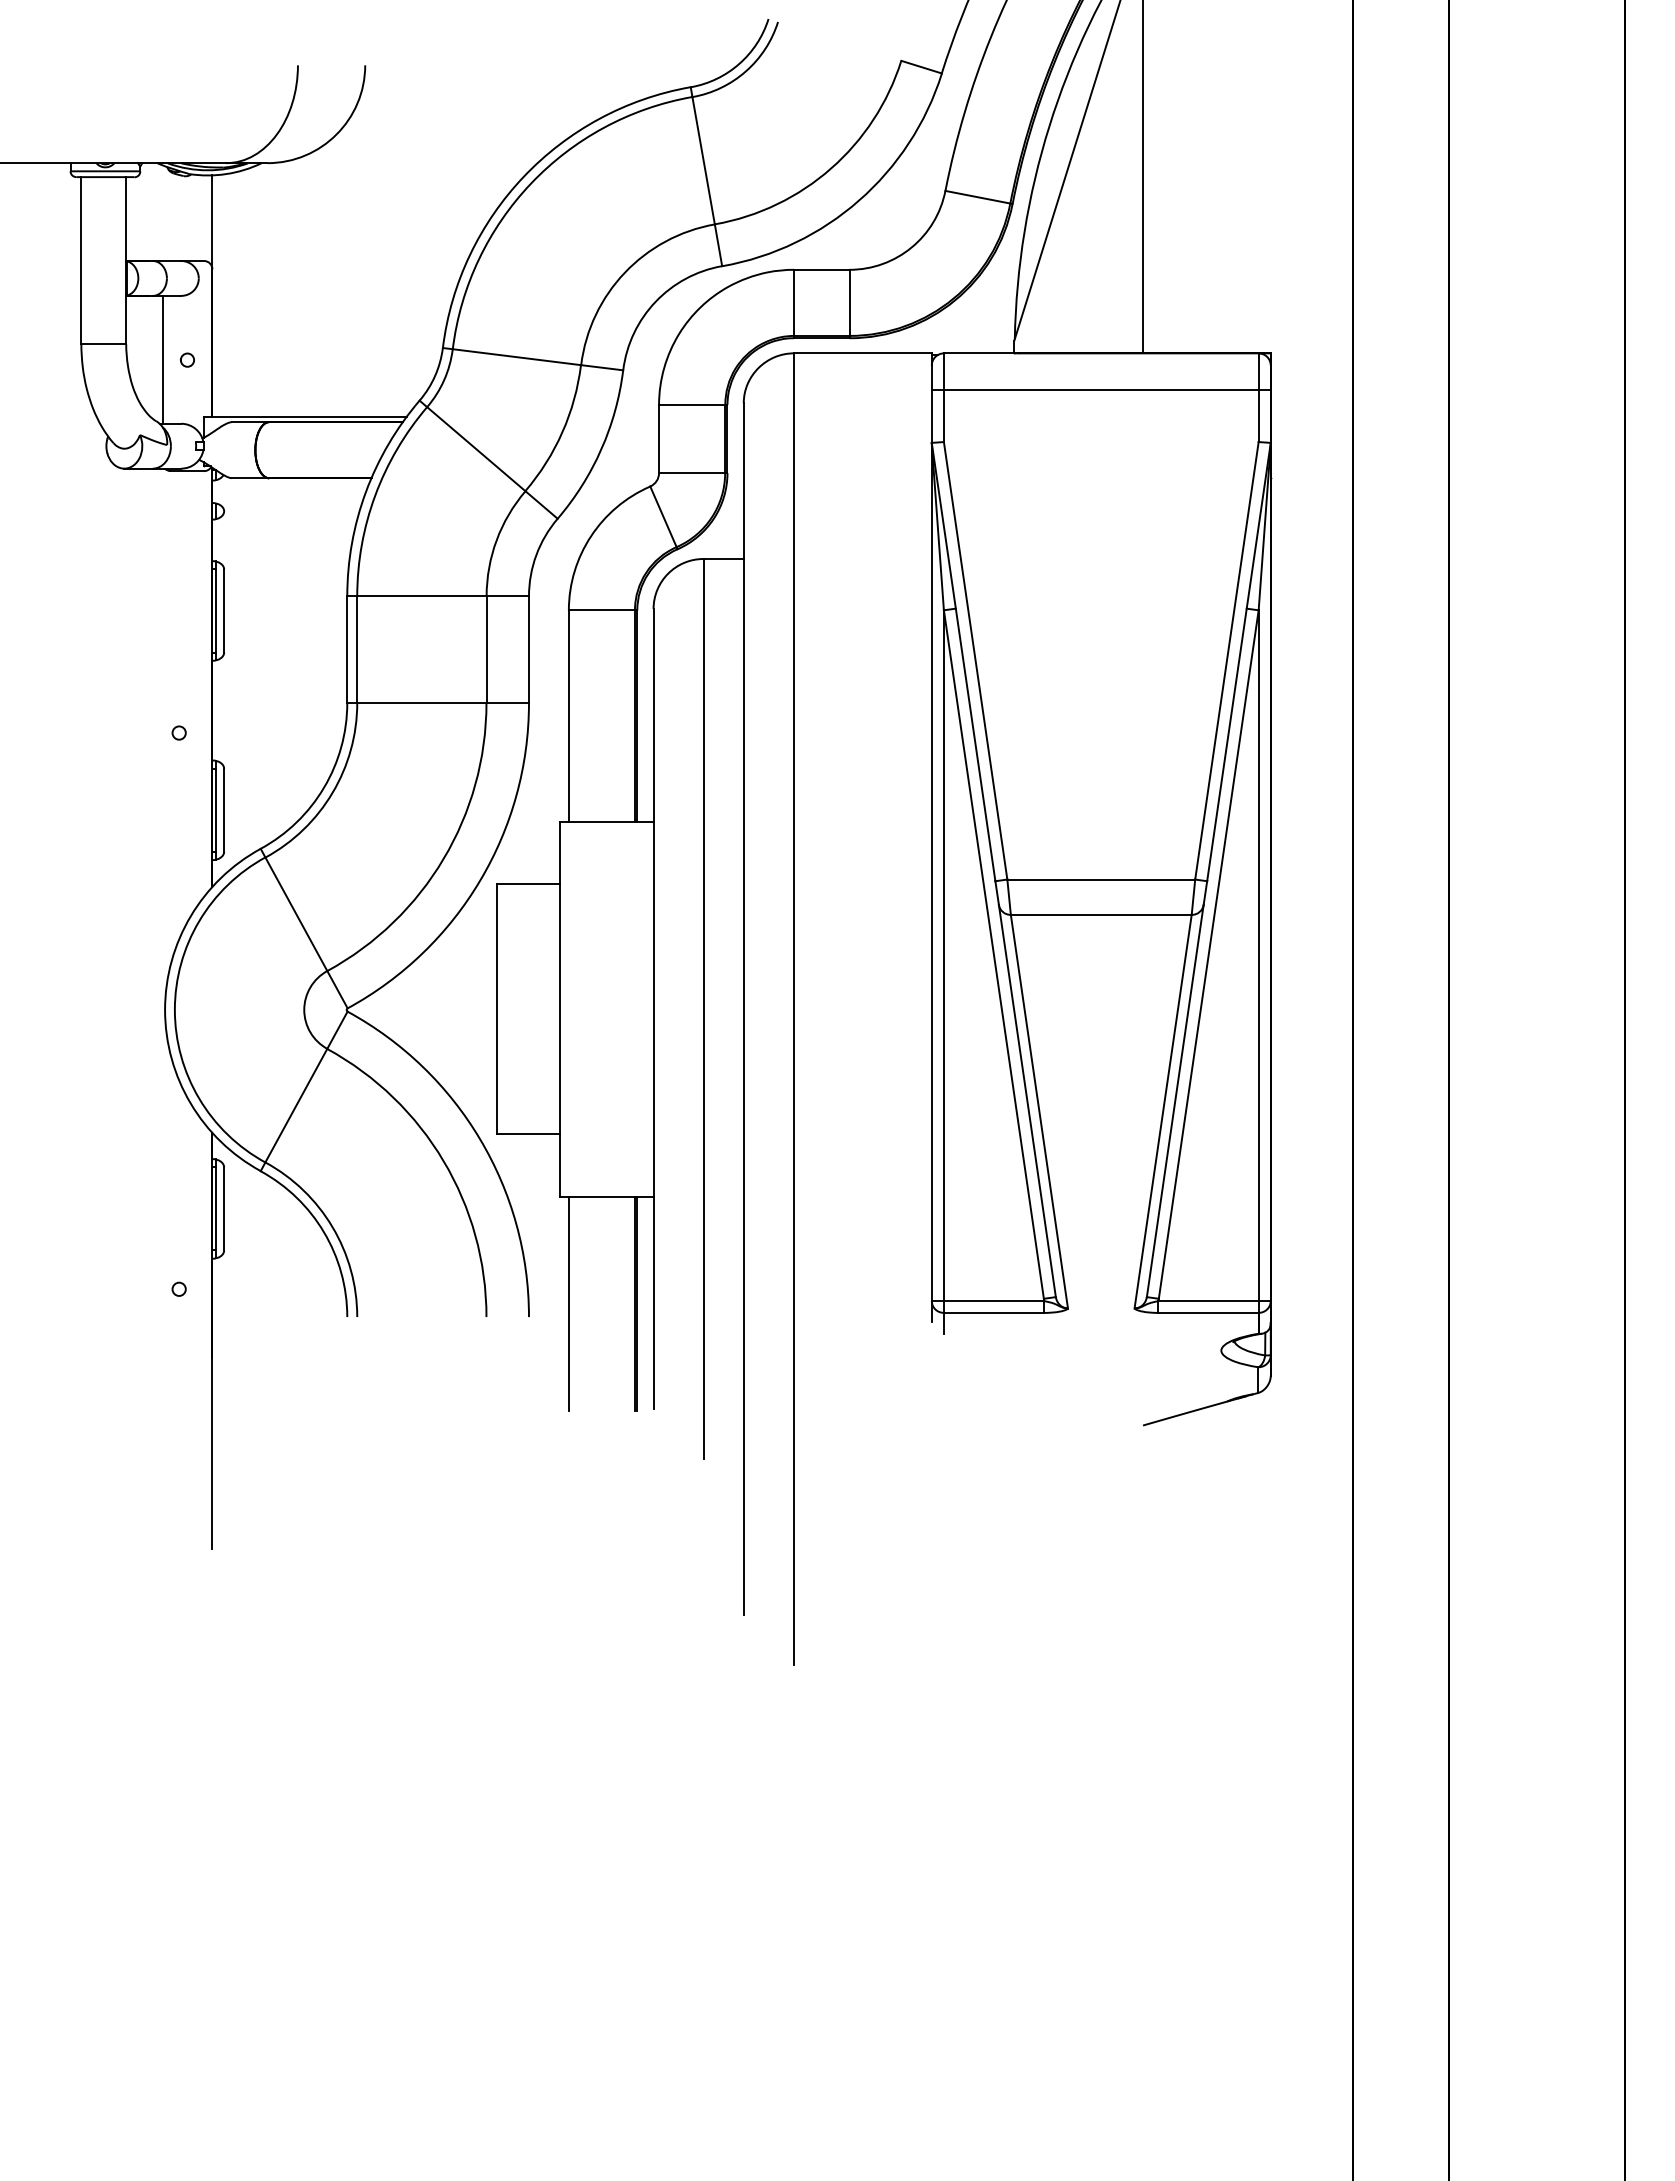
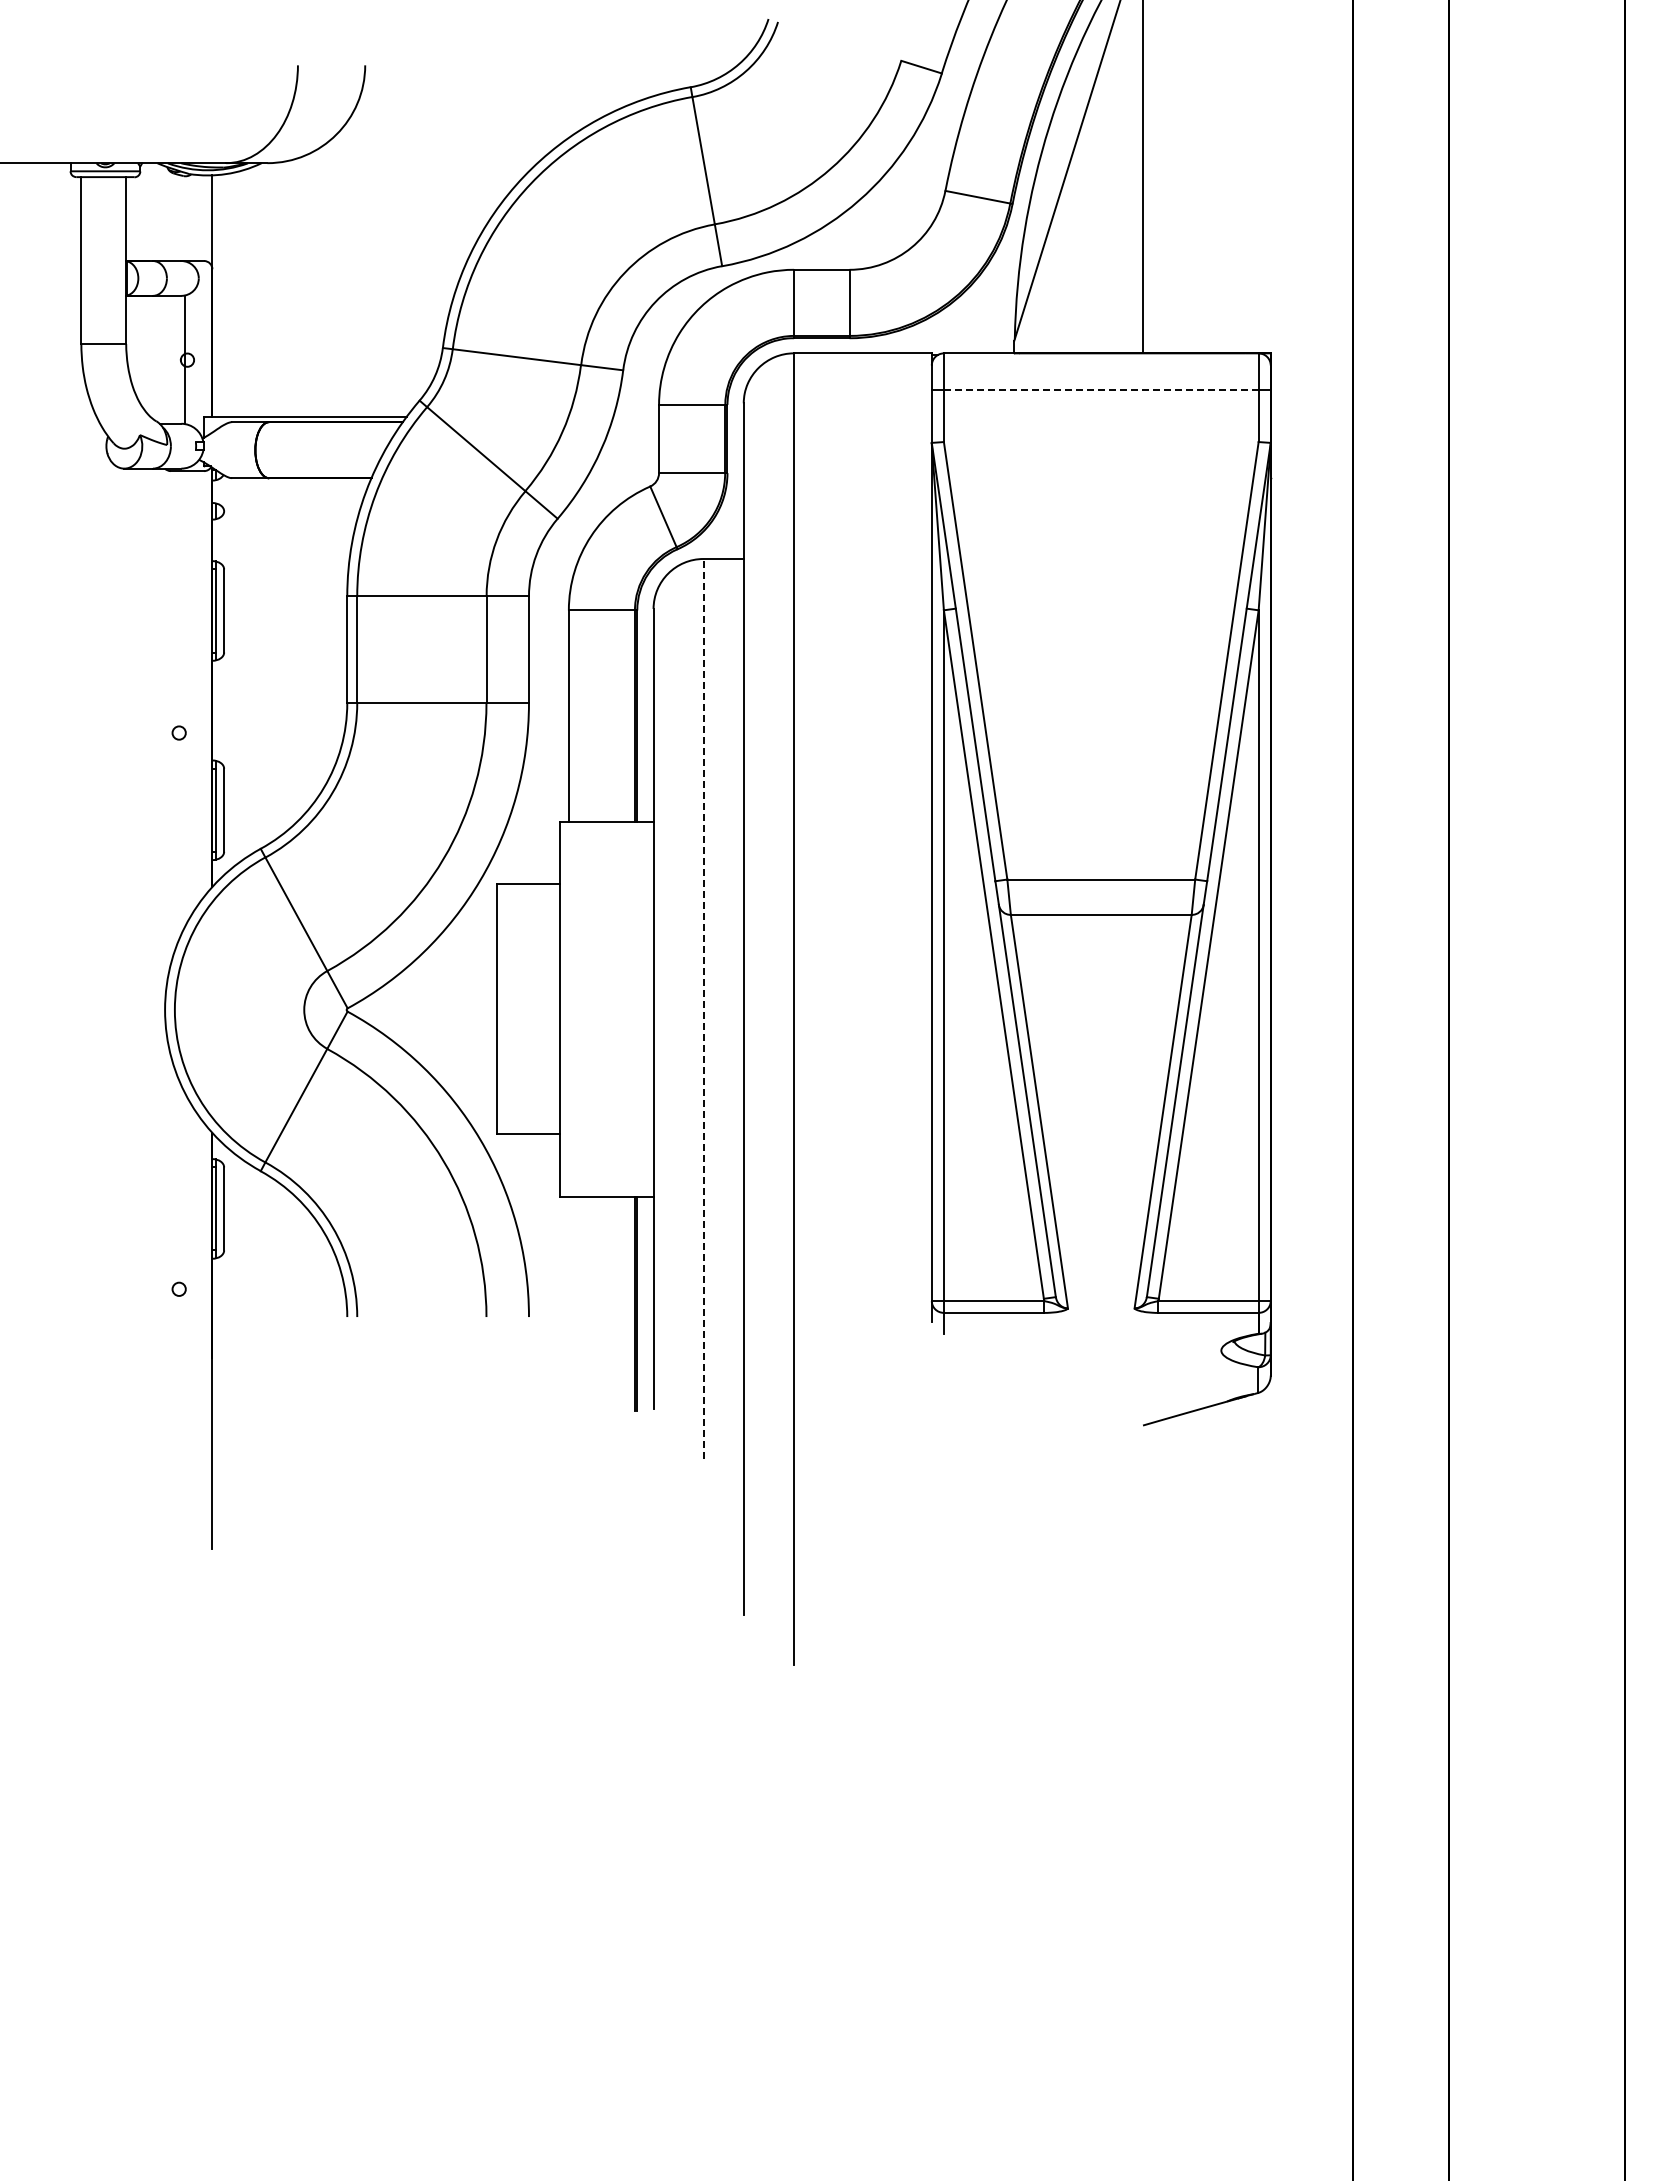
line at (162, 359) position: (162, 359) -> (184, 359)
line at (1100, 389): solid -> dashed
line at (703, 1008): solid -> dashed
line at (568, 1303): present -> none
